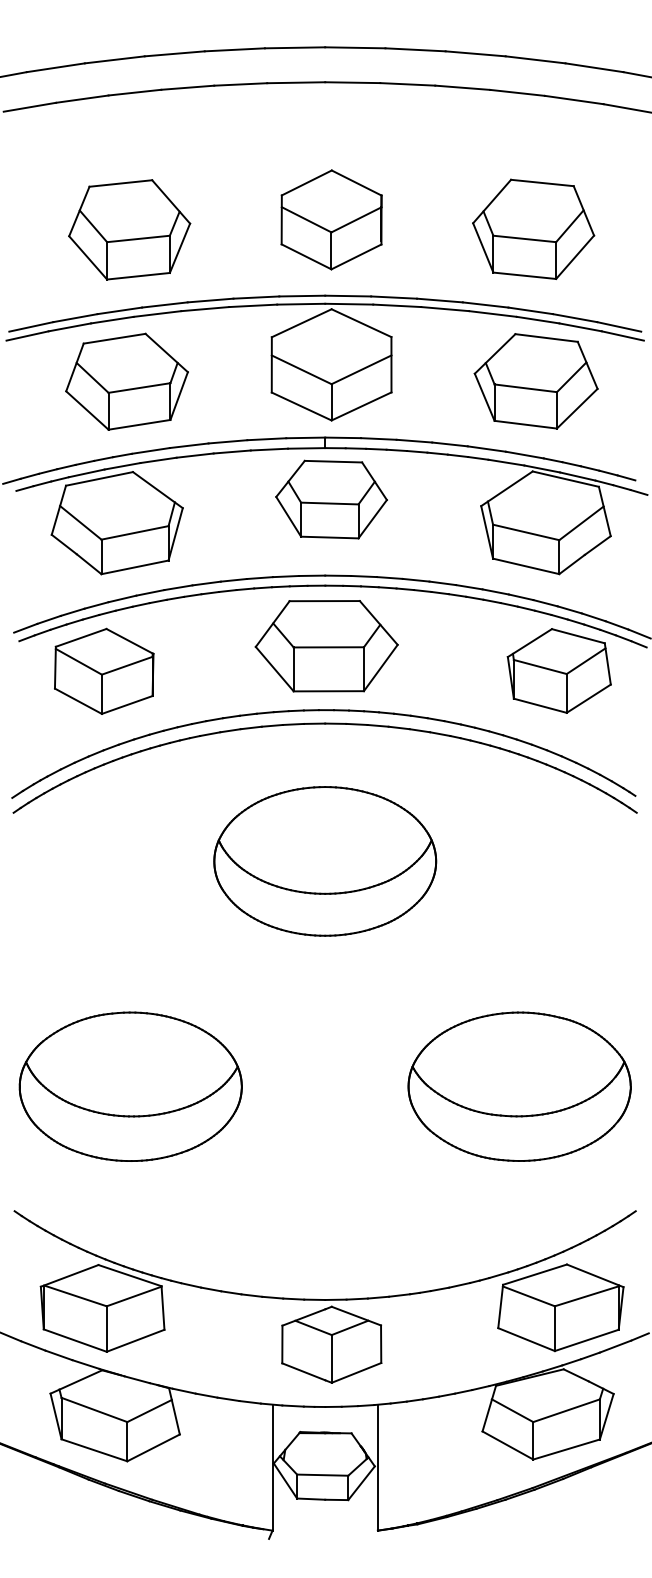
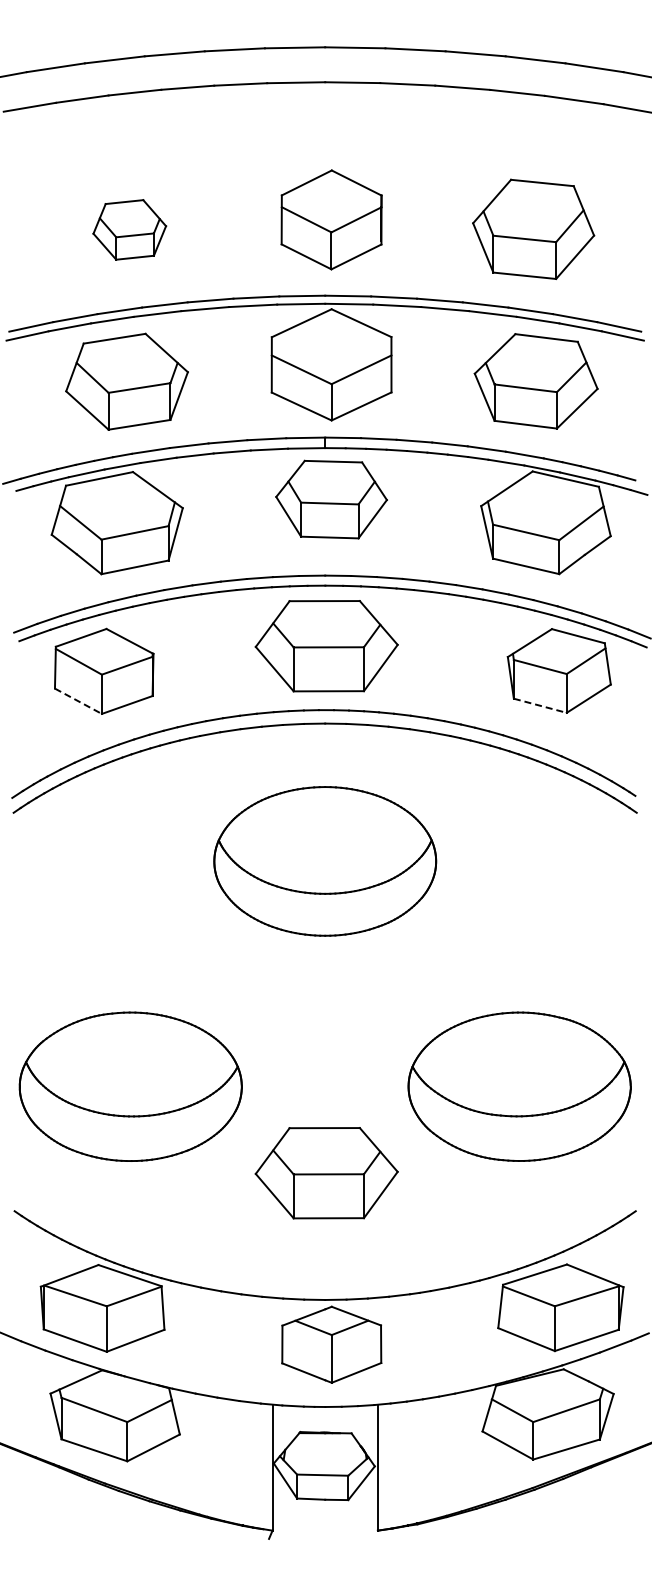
part at (129, 229) size: 124x102 px -> 76x62 px
line at (78, 701): solid -> dashed
line at (540, 705): solid -> dashed
part at (326, 1173): none -> present
